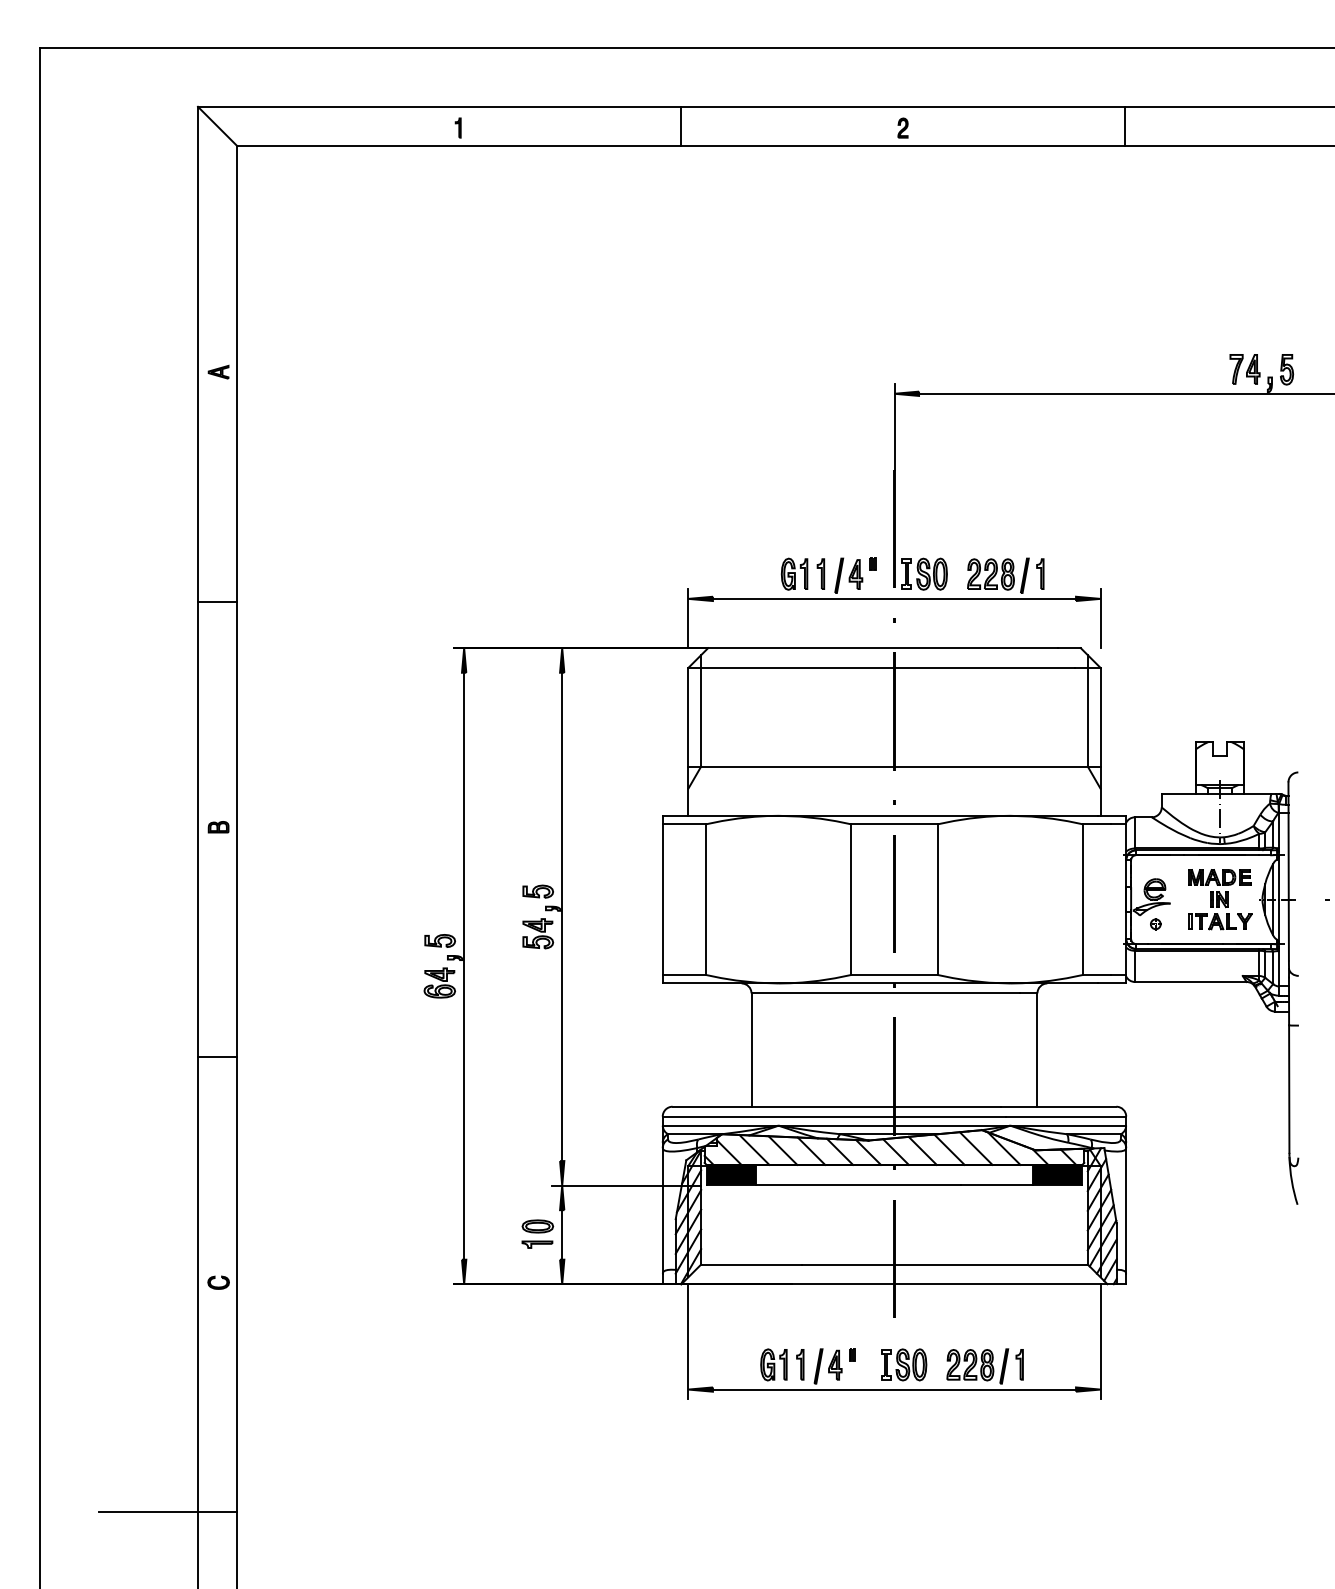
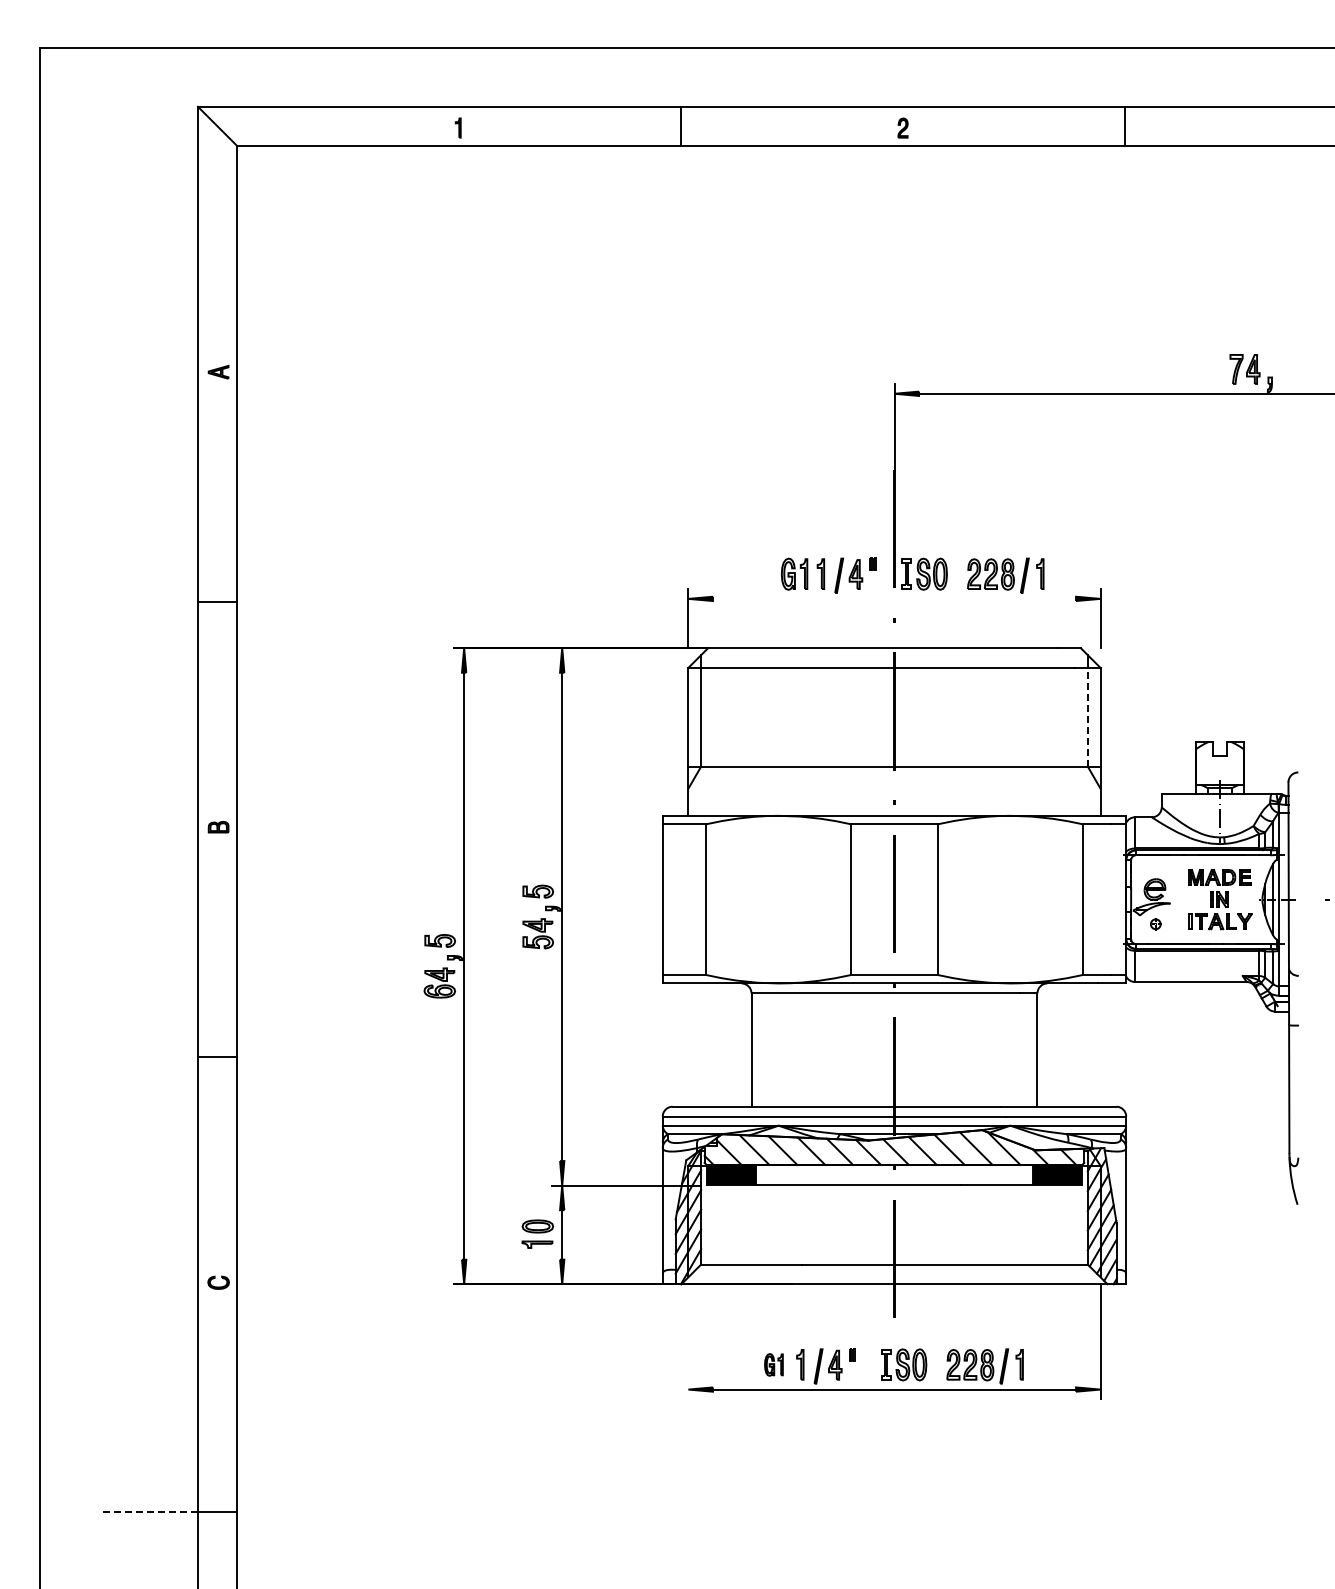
part at (1287, 369): present -> none
line at (894, 598): present -> none
line at (1087, 716): solid -> dashed
line at (688, 1341): present -> none
part at (773, 1364) size: 28x34 px -> 20x24 px
line at (148, 1512): solid -> dashed
